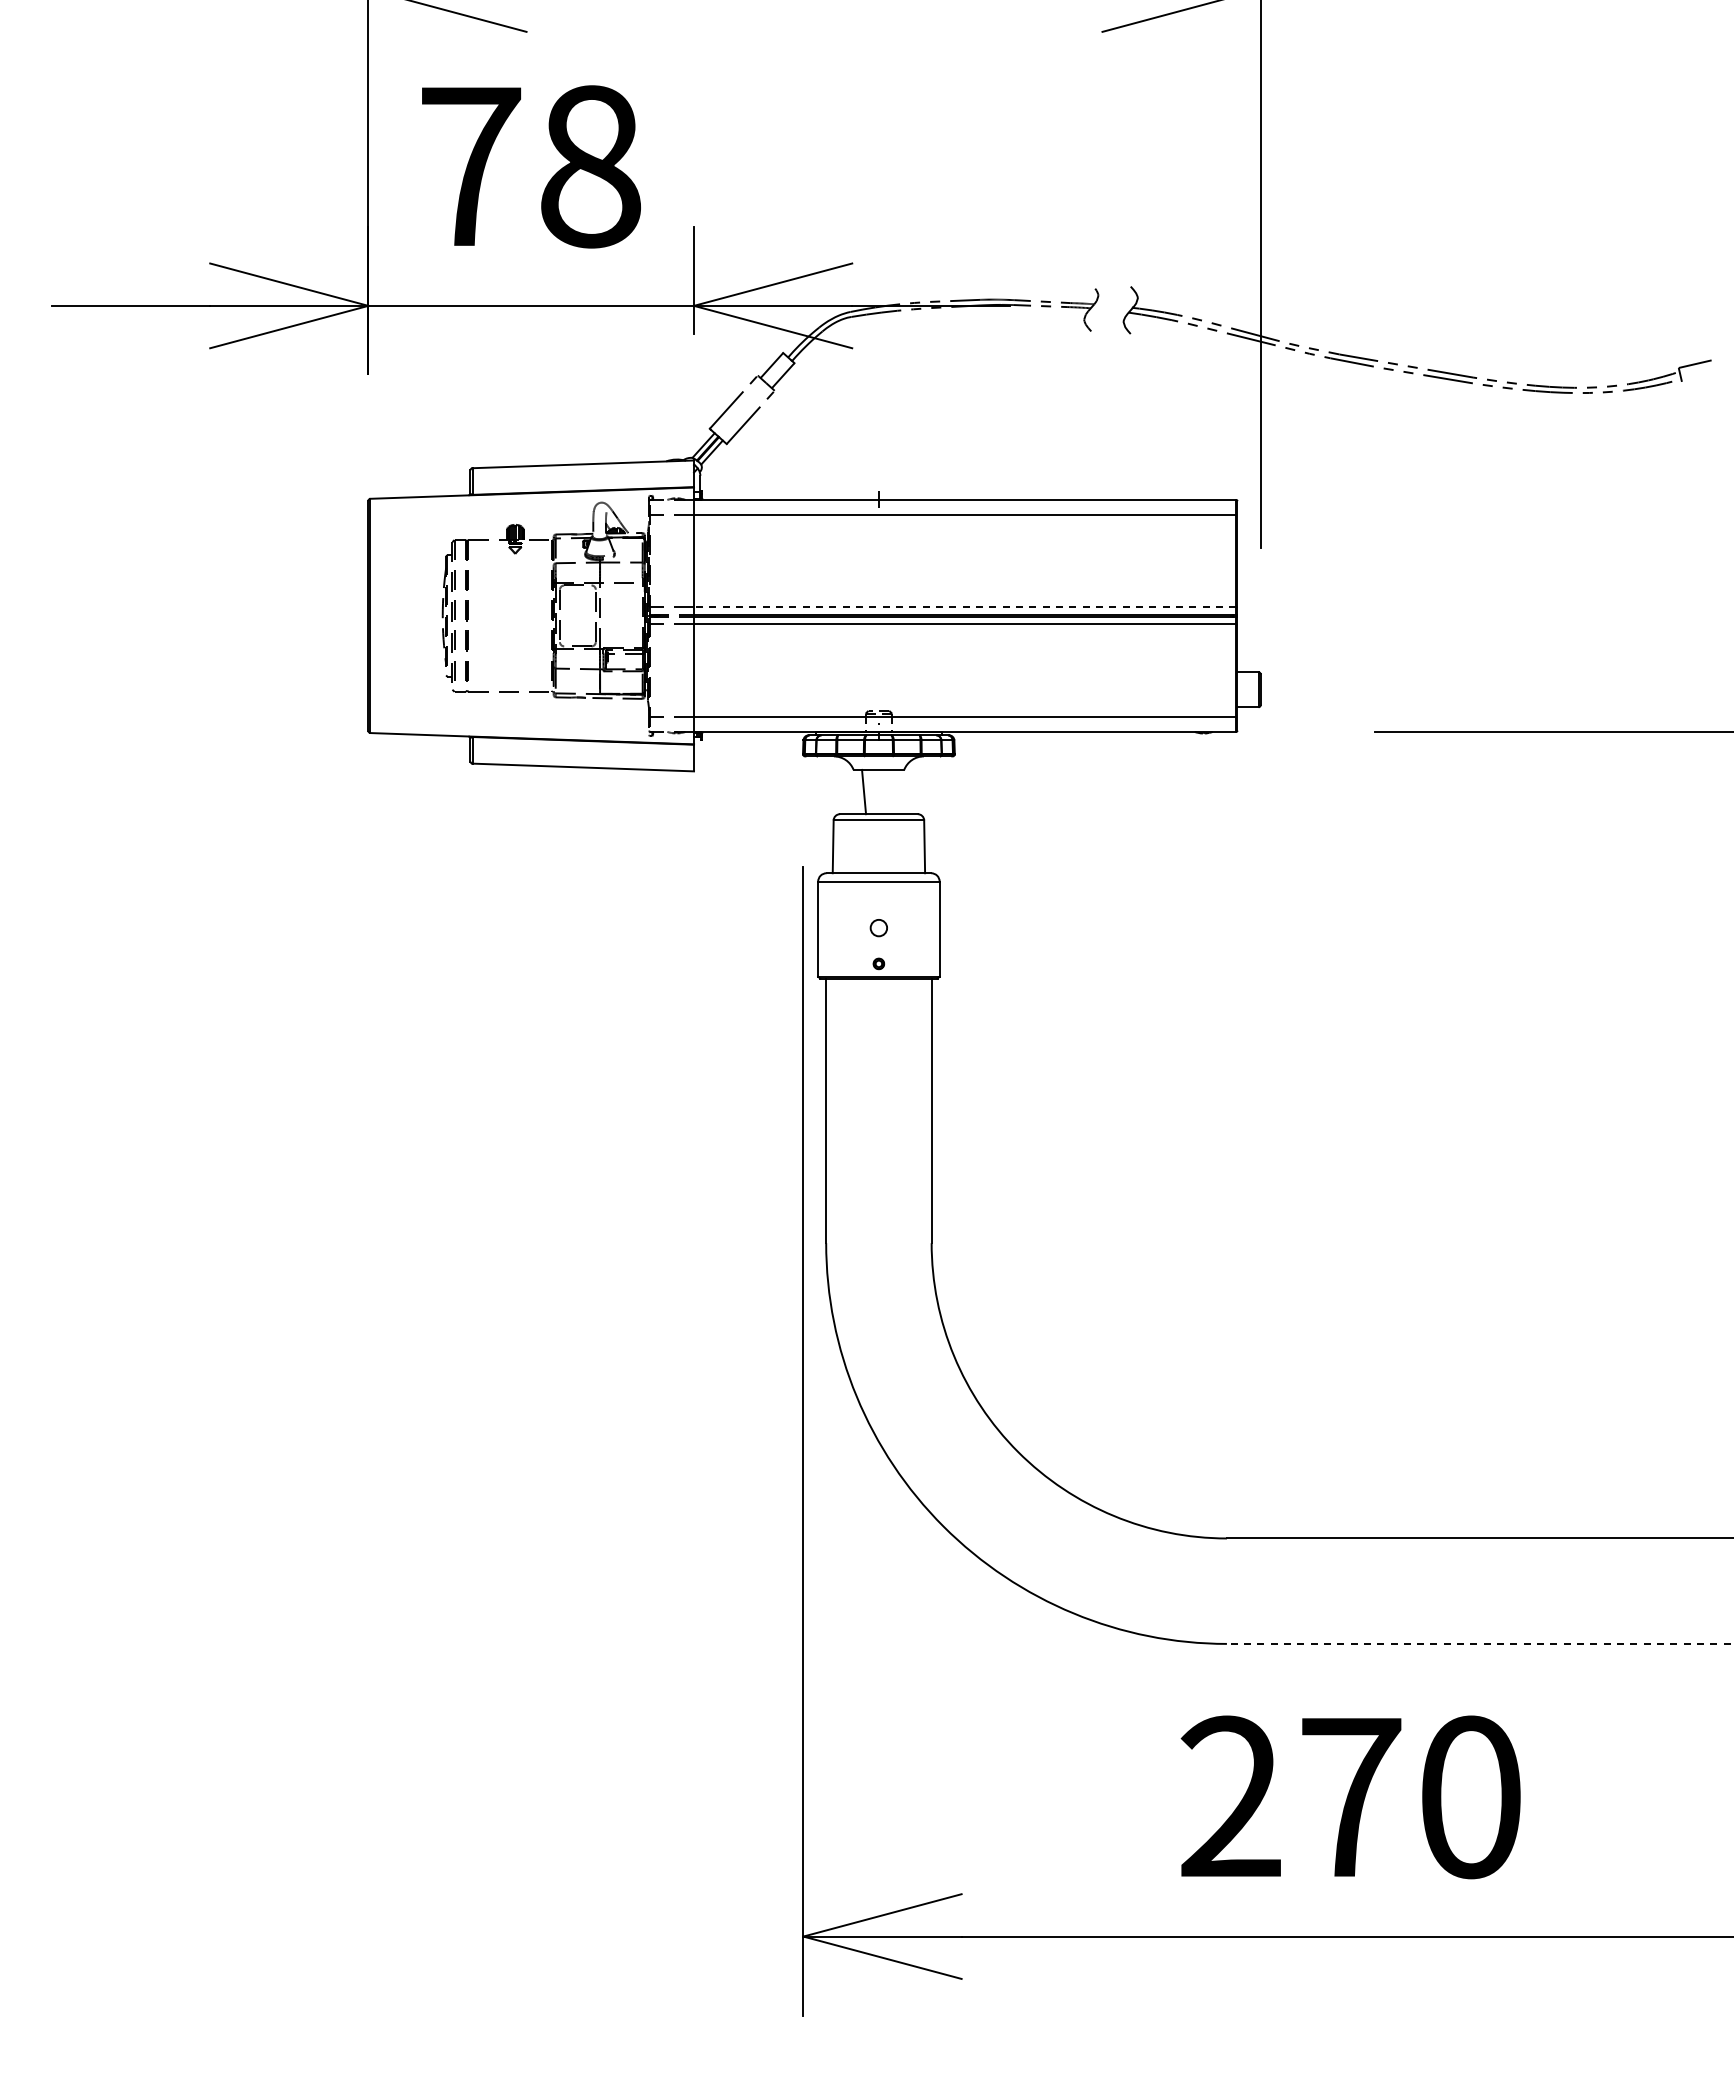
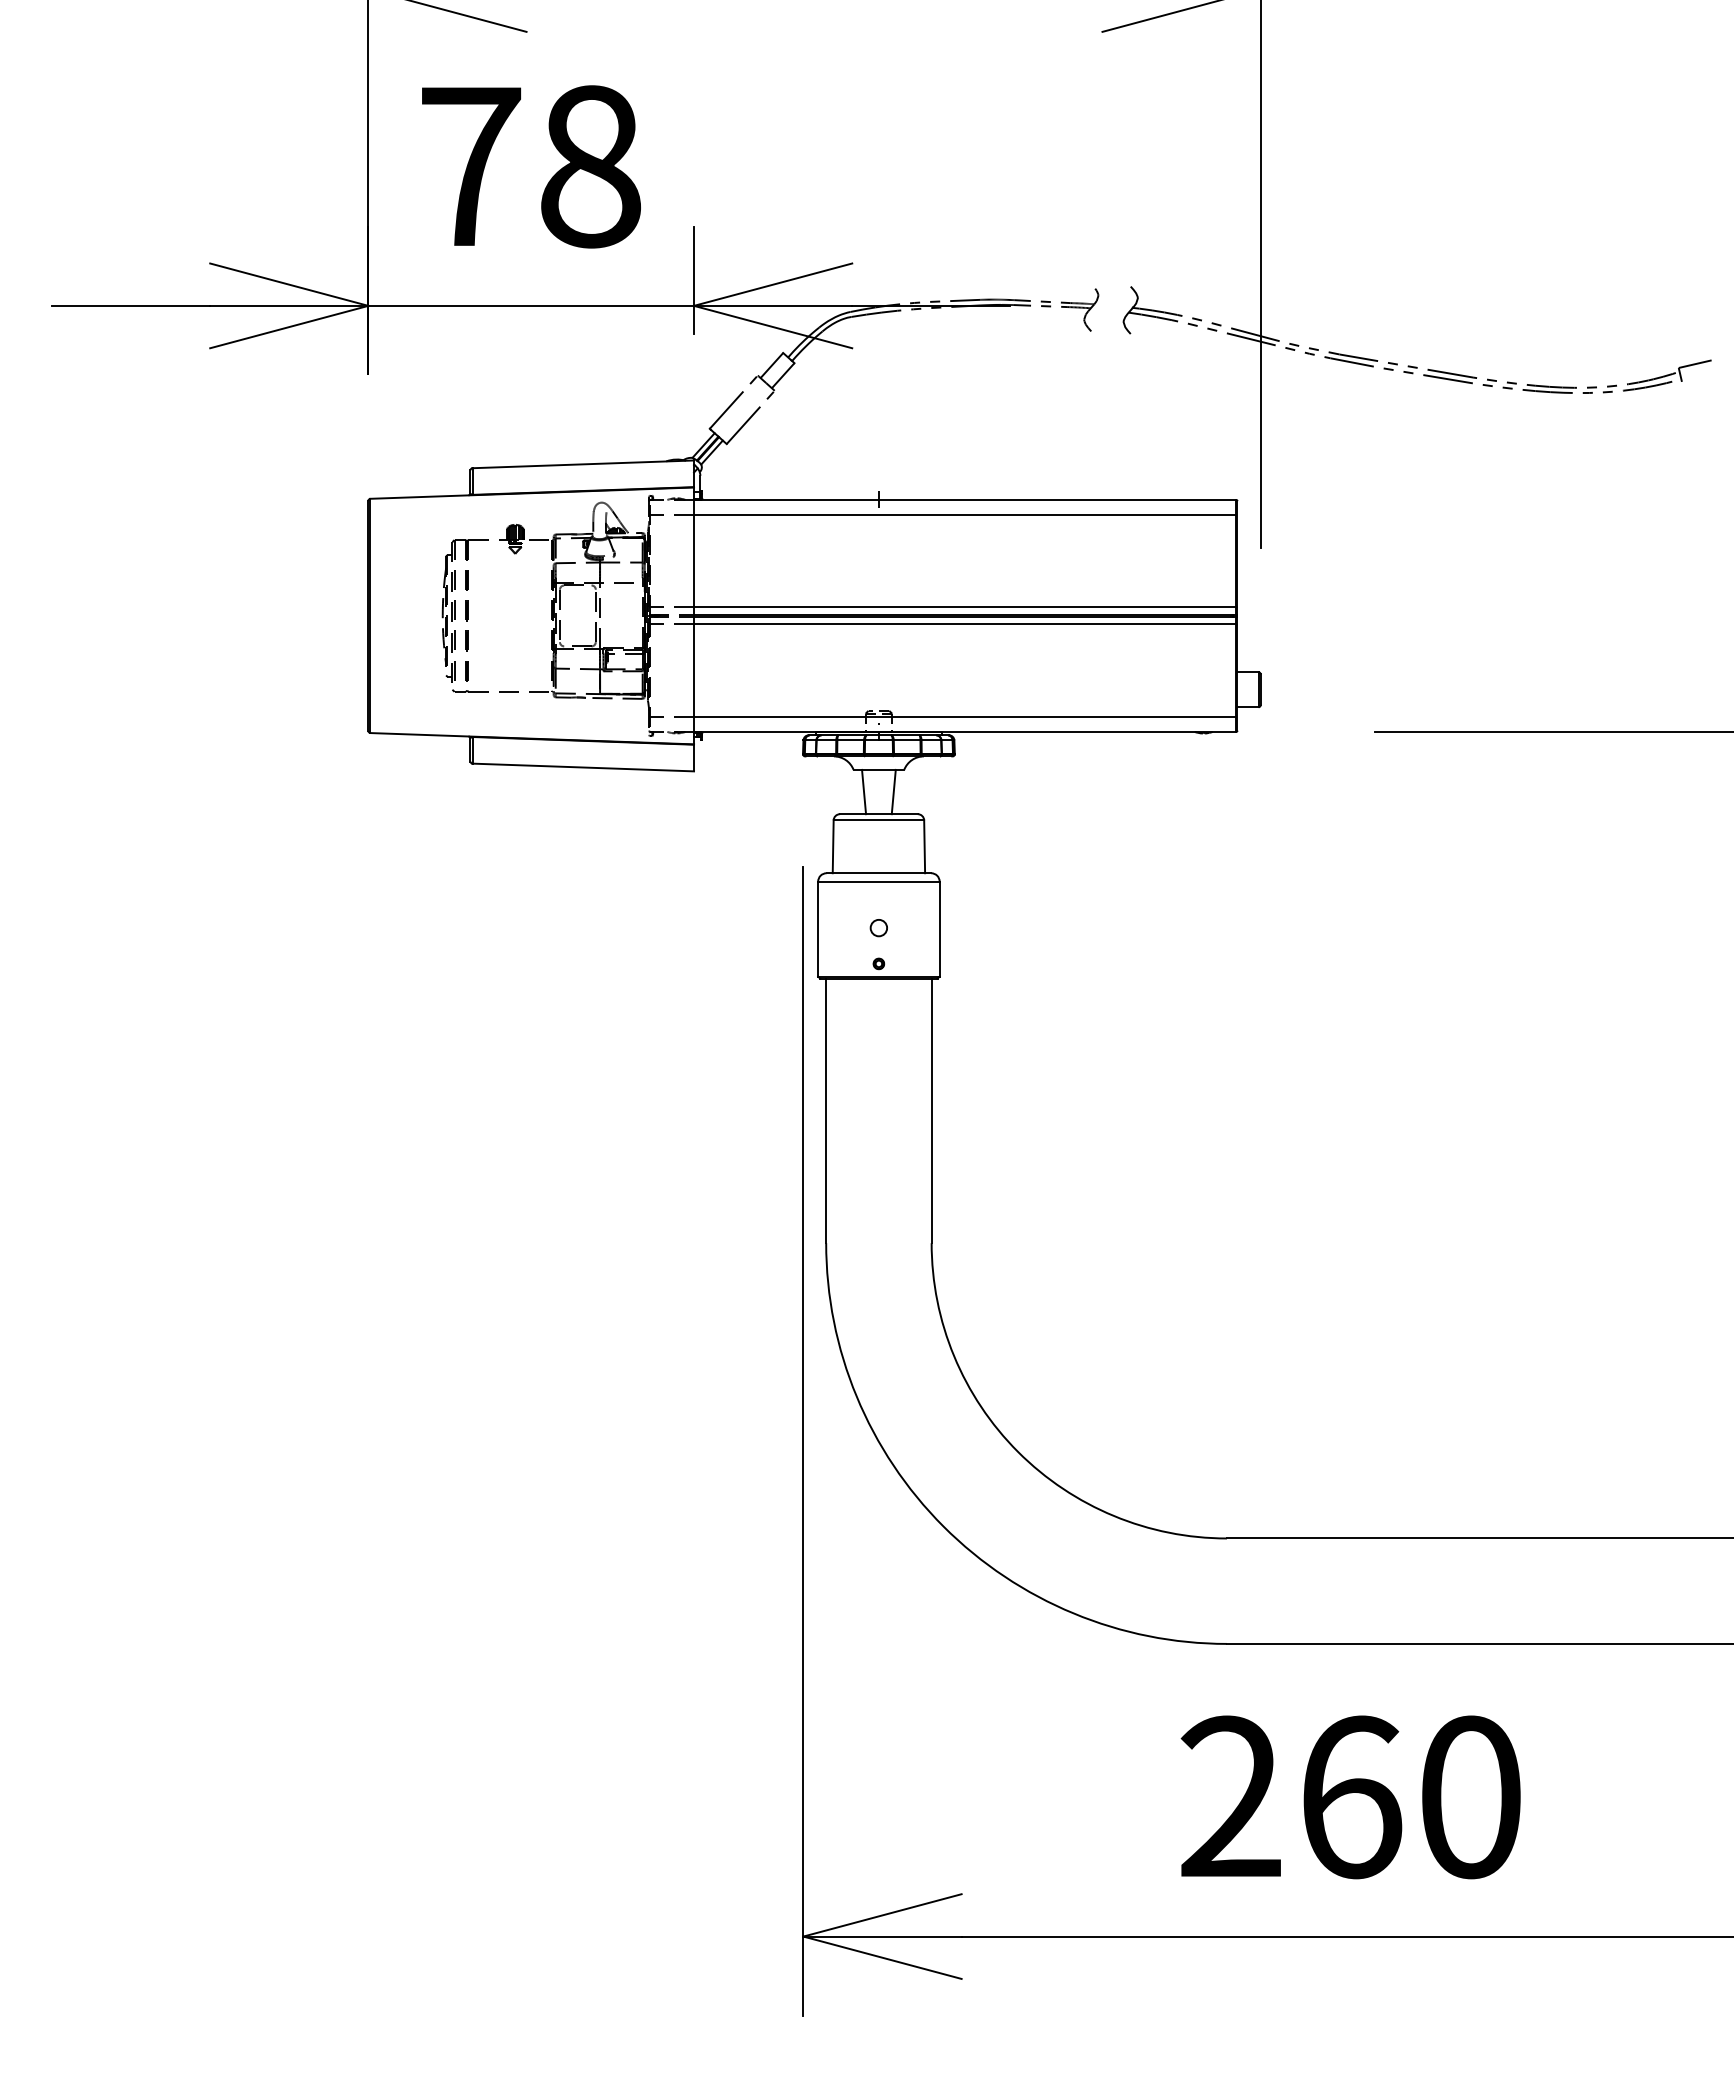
line at (964, 607): dashed -> solid
line at (893, 791): none -> present
line at (1479, 1643): dashed -> solid
text at (1352, 1797): 270 -> 260
